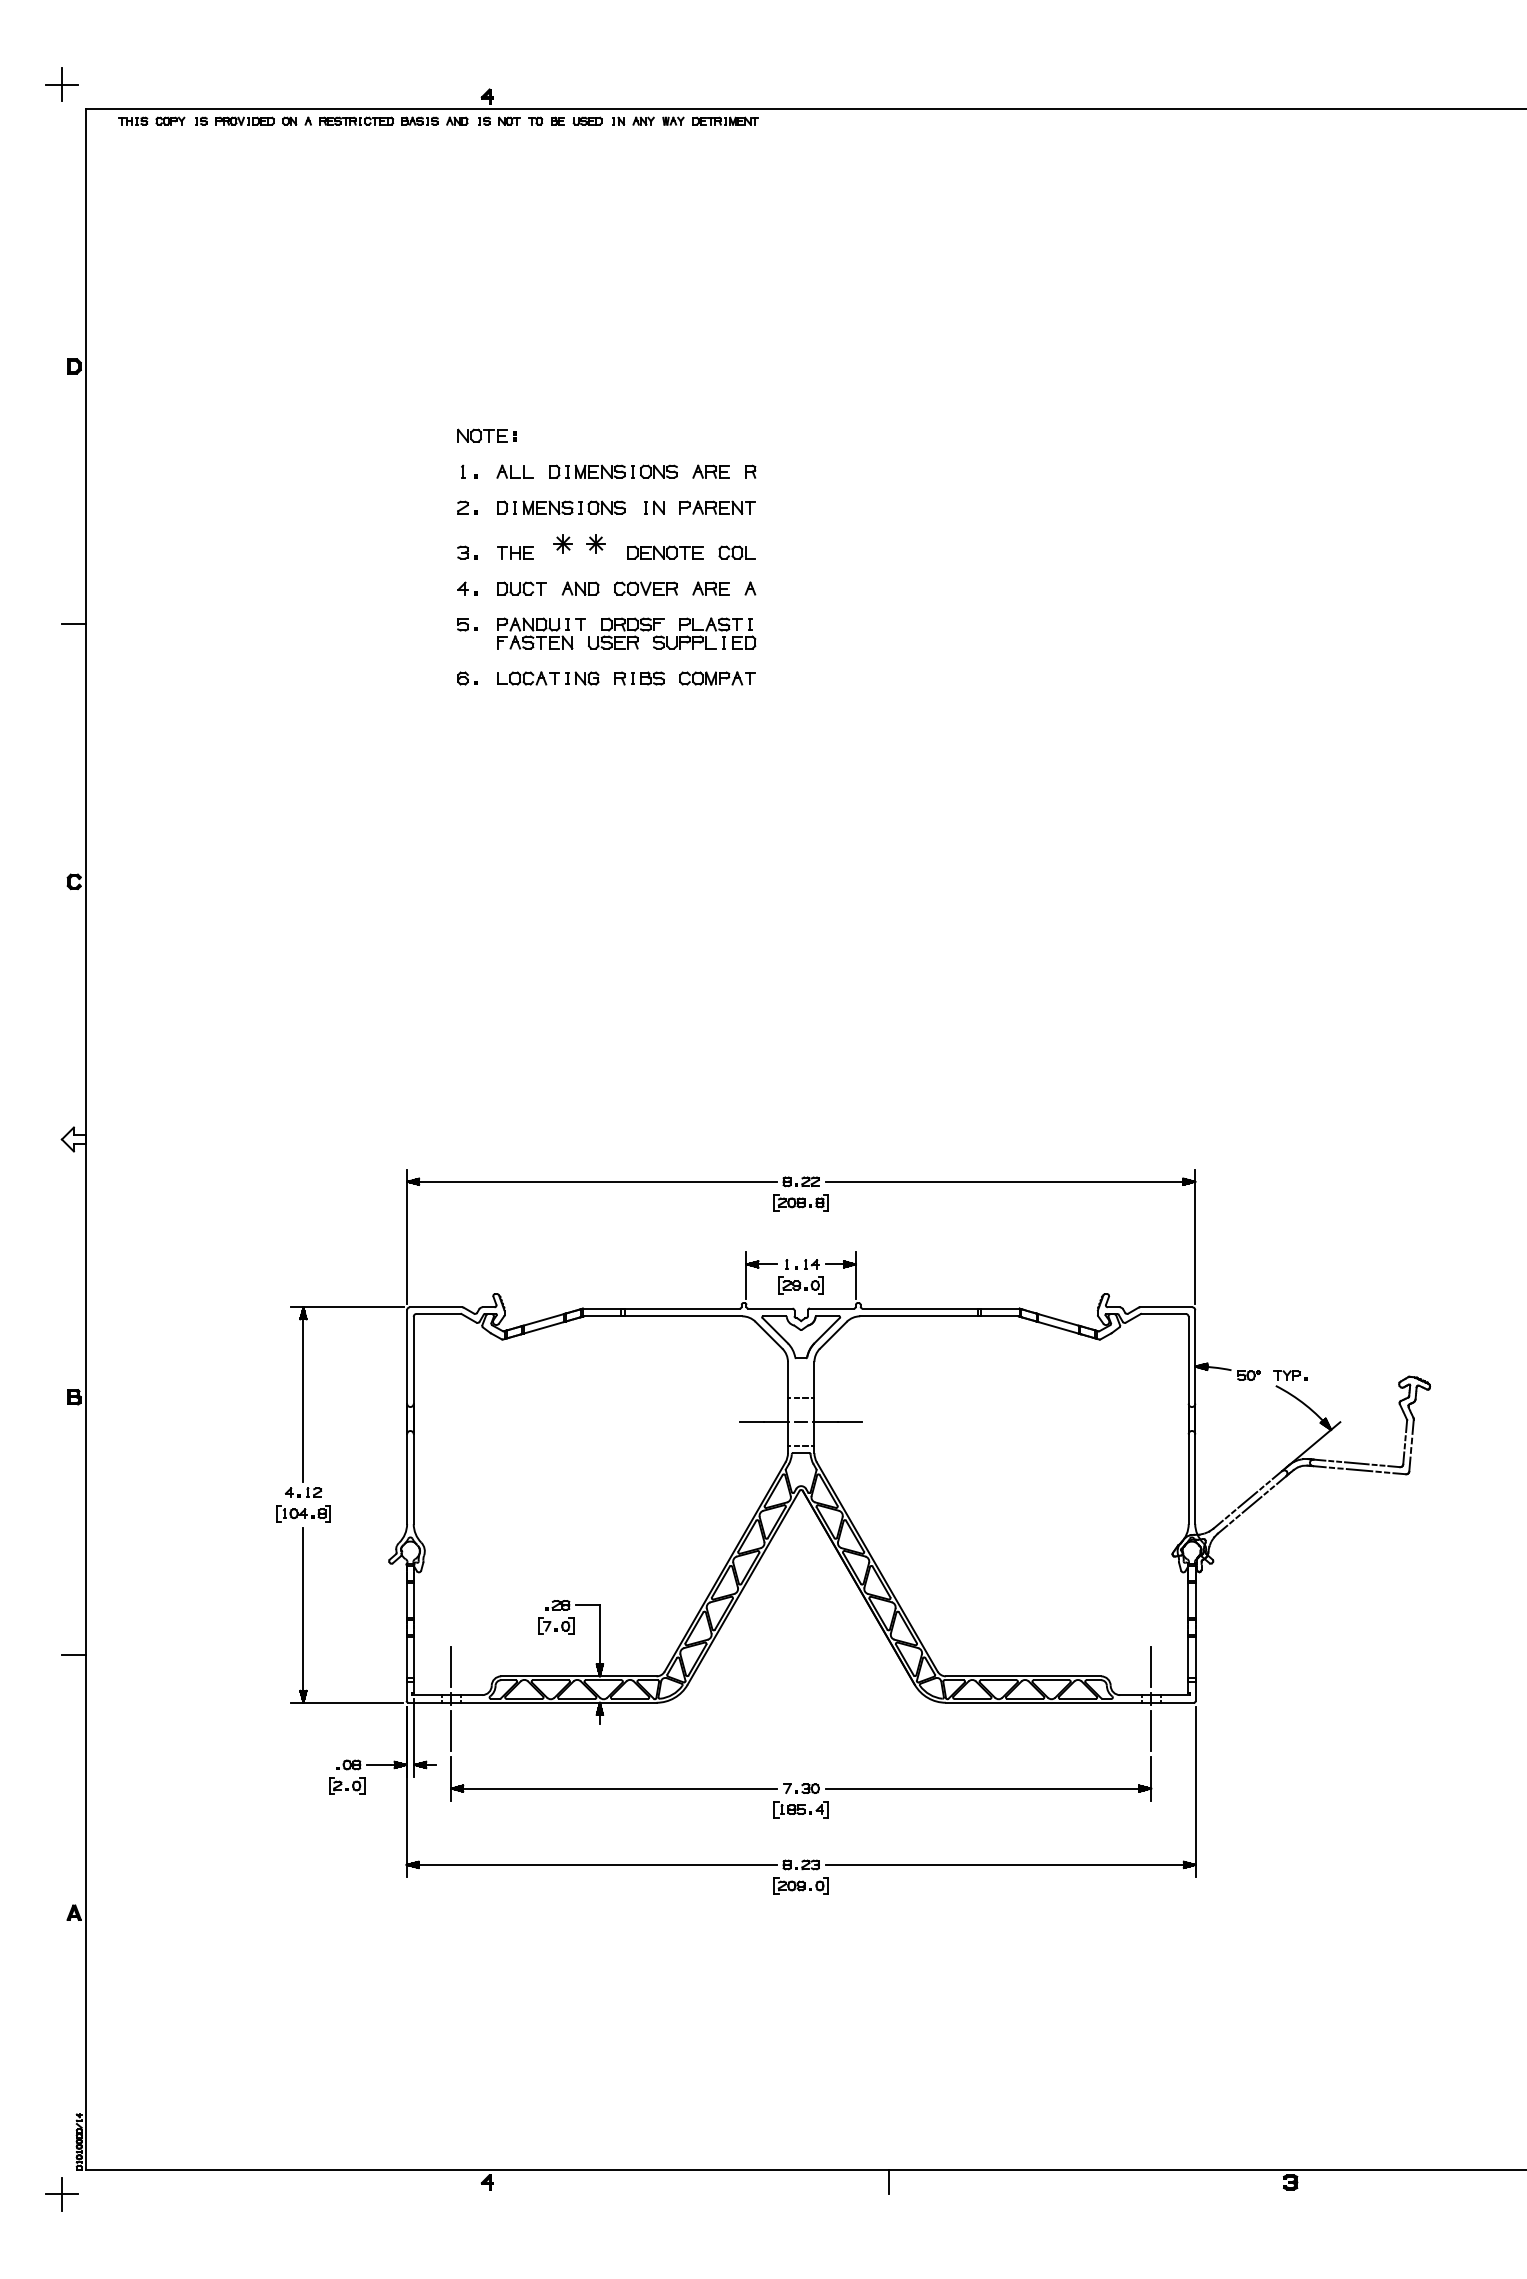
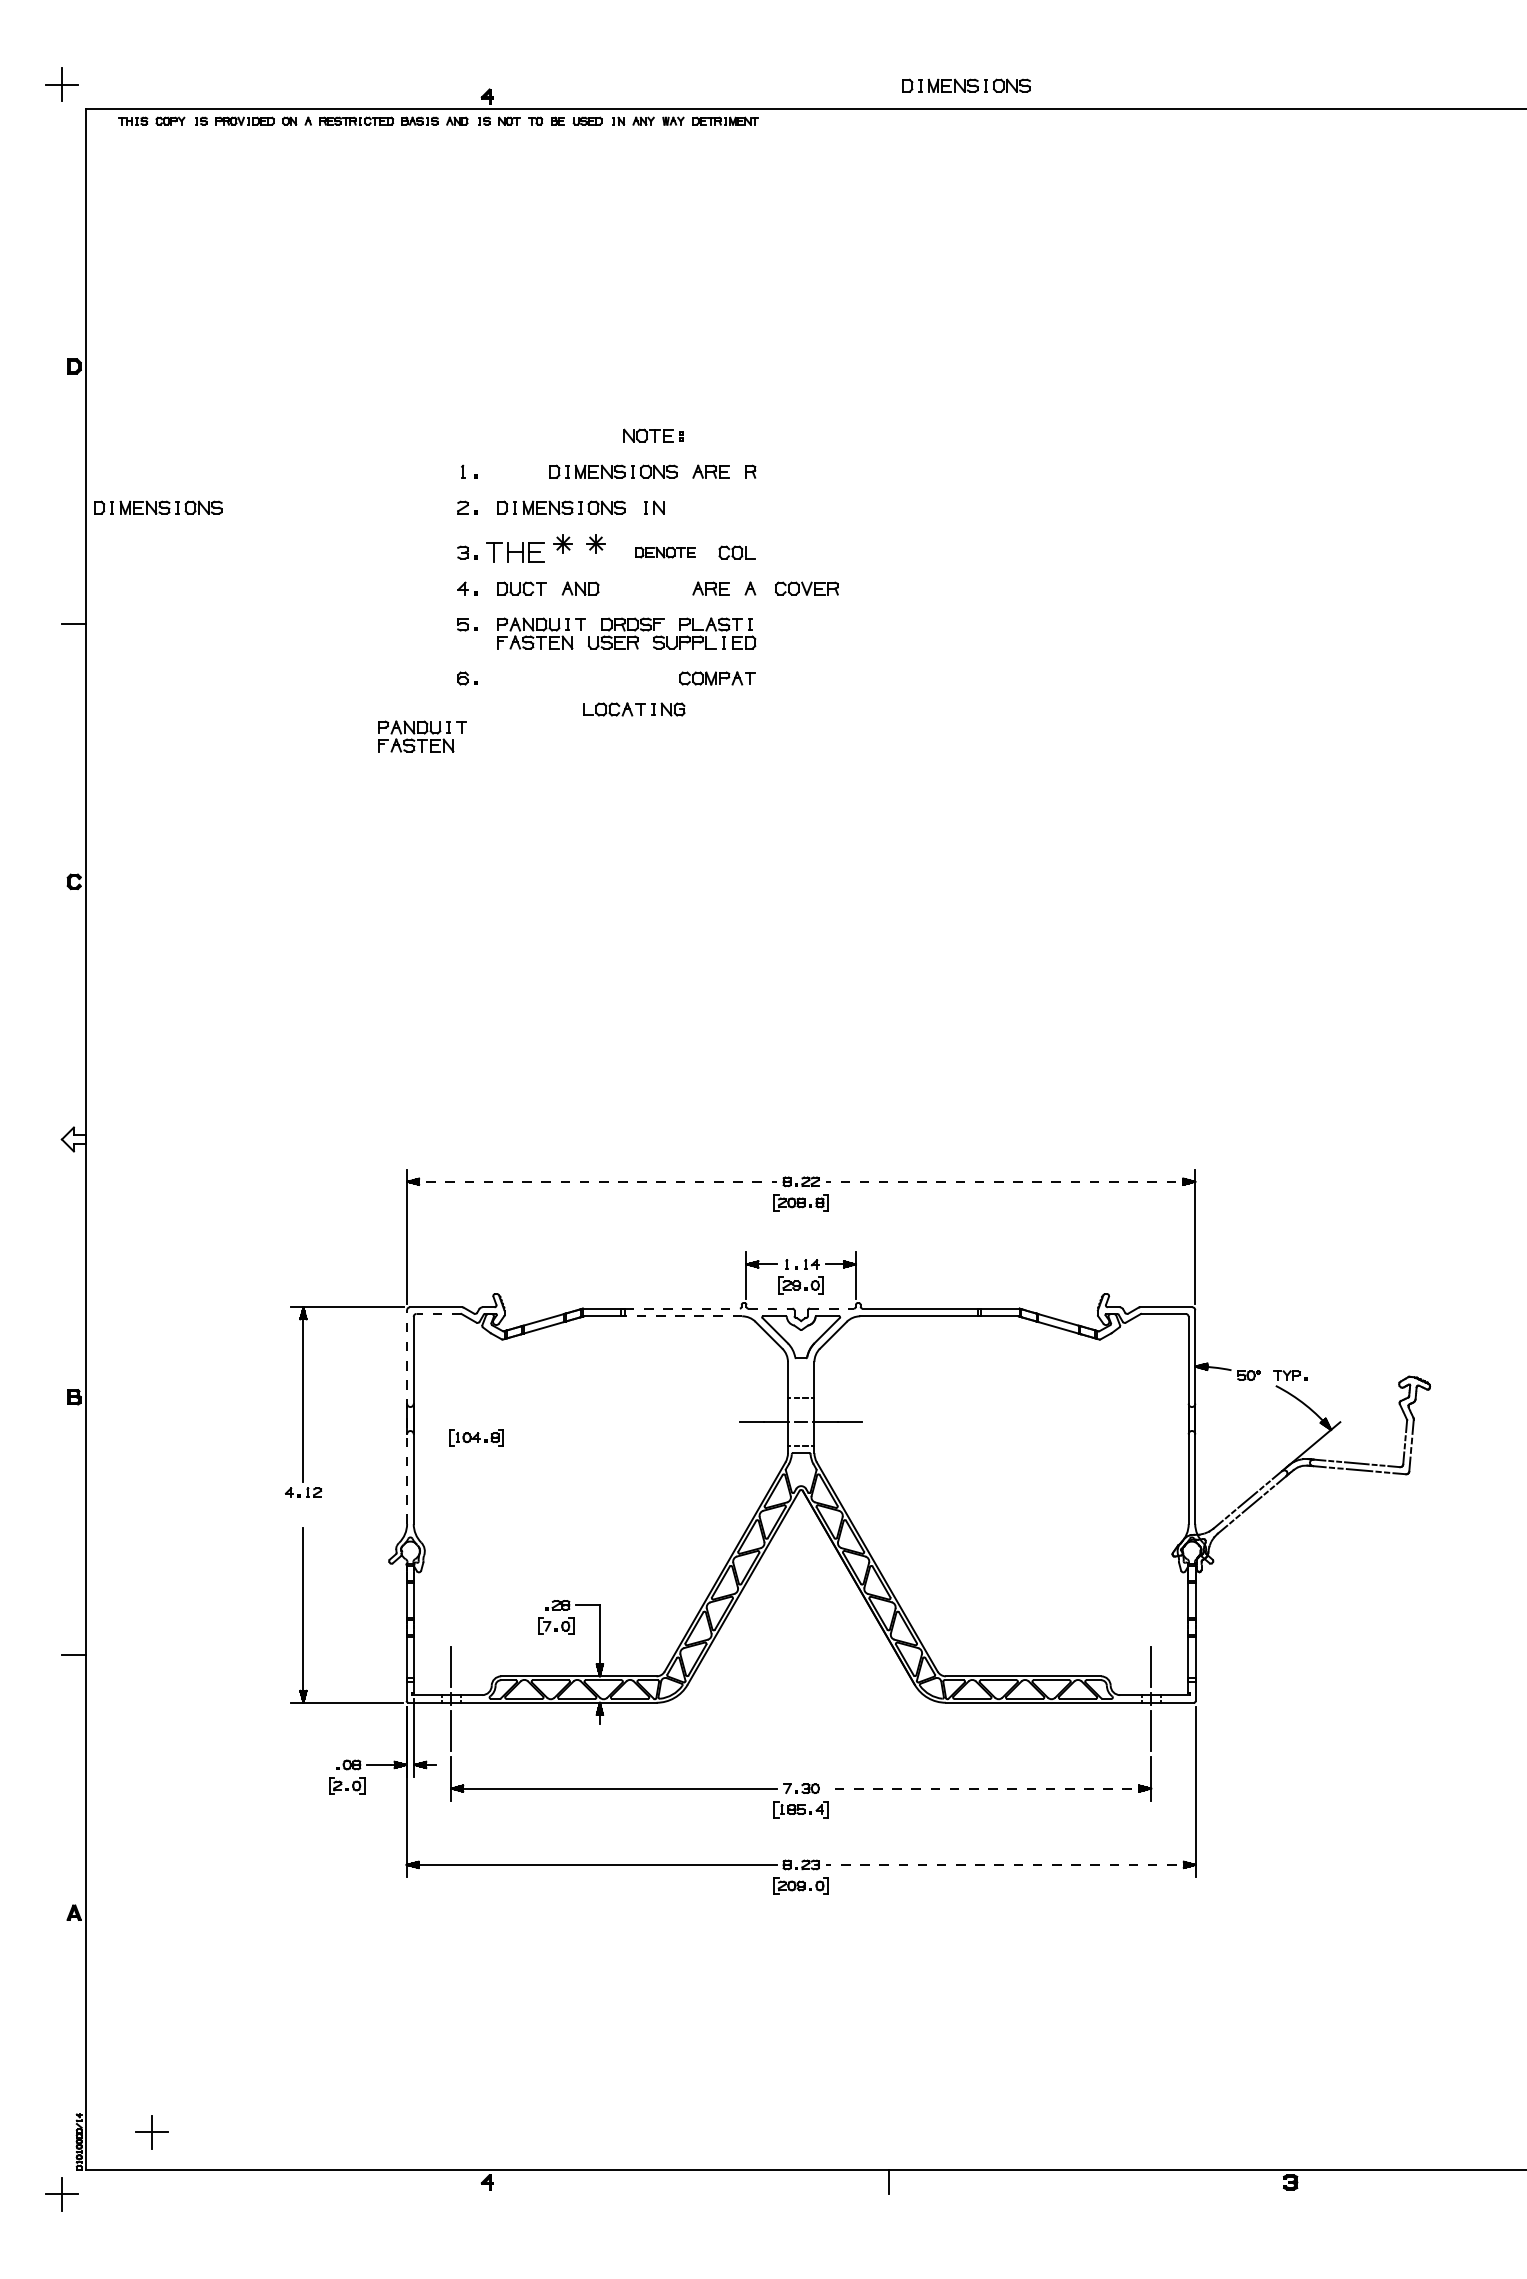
part at (966, 85): none -> present
part at (486, 435) position: (486, 435) -> (652, 435)
part at (514, 471): present -> none
part at (158, 507): none -> present
part at (717, 507): present -> none
part at (515, 552) size: 37x14 px -> 59x21 px
part at (665, 552) size: 77x15 px -> 61x13 px
part at (645, 588) position: (645, 588) -> (806, 588)
part at (548, 678) position: (548, 678) -> (634, 709)
part at (639, 678): present -> none
part at (422, 736): none -> present
line at (591, 1181): solid -> dashed
line at (1010, 1181): solid -> dashed
line at (682, 1308): solid -> dashed
line at (770, 1308): solid -> dashed
line at (832, 1308): solid -> dashed
line at (438, 1313): solid -> dashed
line at (683, 1316): solid -> dashed
line at (407, 1417): solid -> dashed
part at (303, 1513) position: (303, 1513) -> (476, 1437)
line at (988, 1788): solid -> dashed
line at (1010, 1864): solid -> dashed
part at (151, 2132): none -> present
